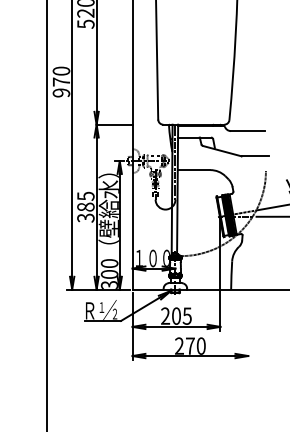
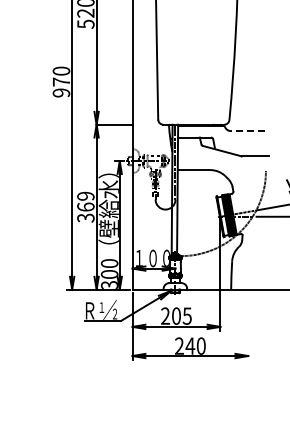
line at (247, 131): solid -> dashed
text at (85, 201): 385 -> 369
line at (47, 215): present -> none
text at (190, 345): 270 -> 240
